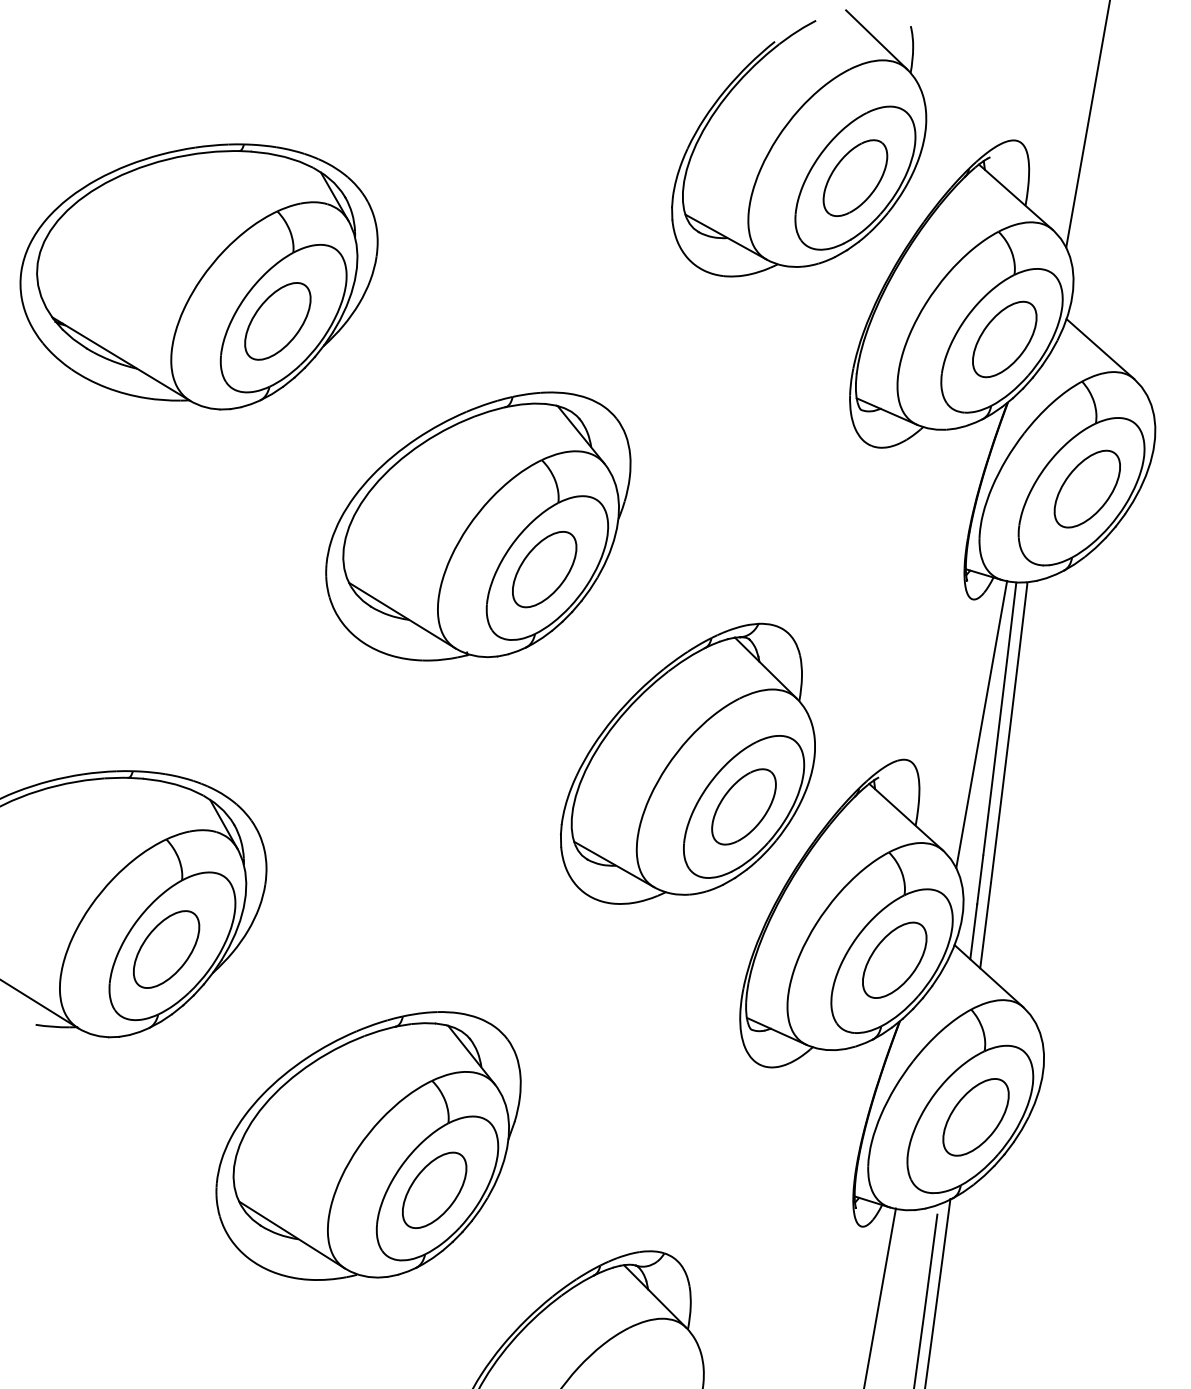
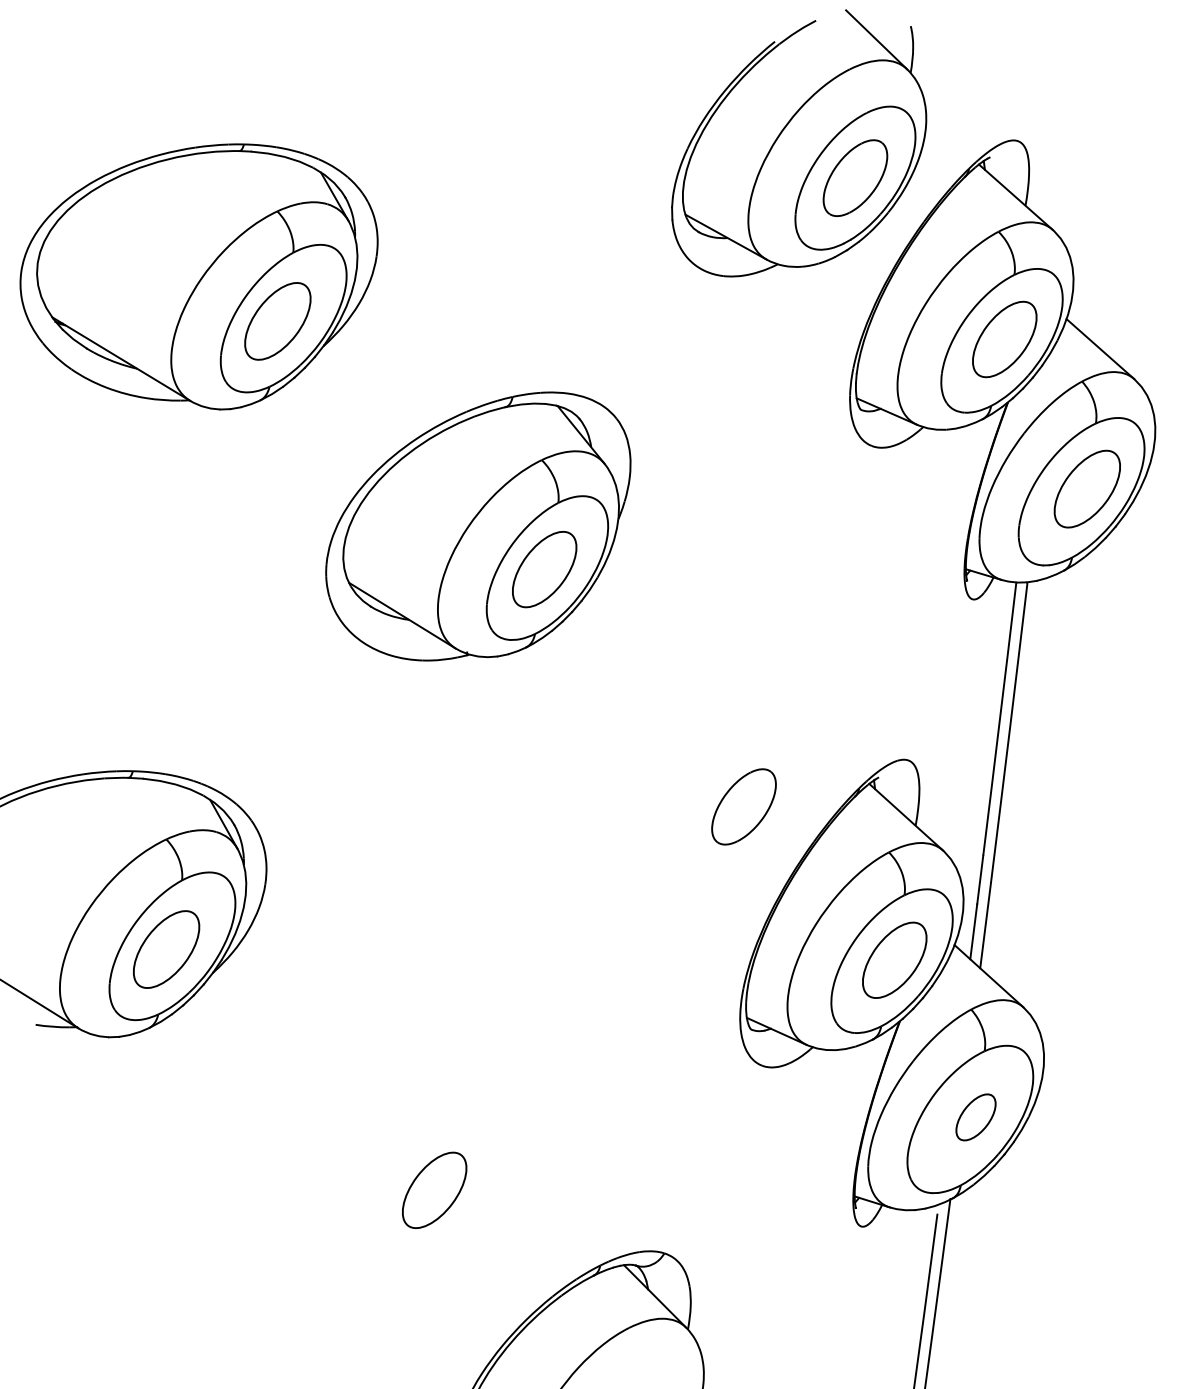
line at (1087, 124): present -> none
line at (981, 723): present -> none
part at (687, 763): present -> none
part at (975, 1117) size: 68x79 px -> 42x49 px
part at (368, 1145): present -> none
line at (879, 1296): present -> none
